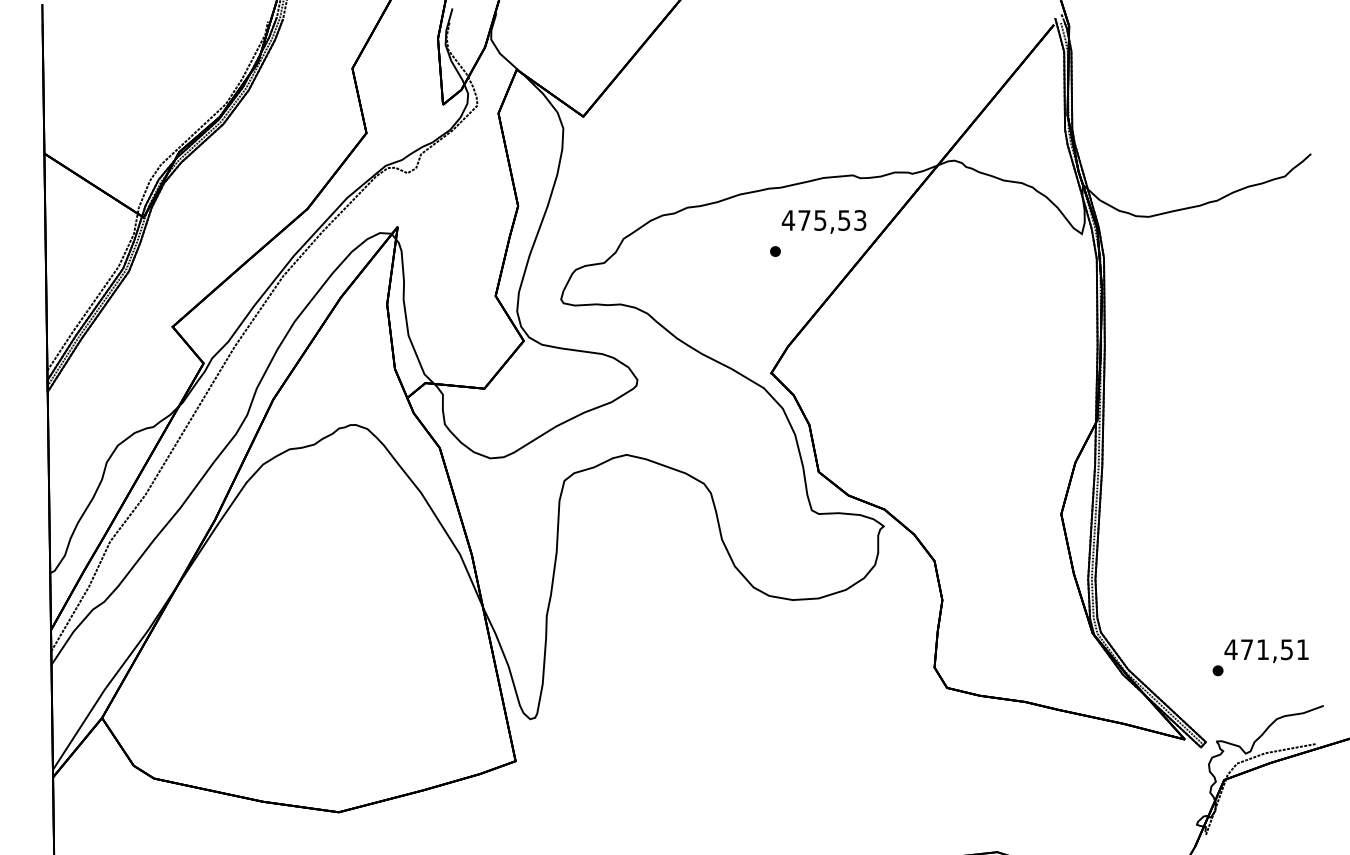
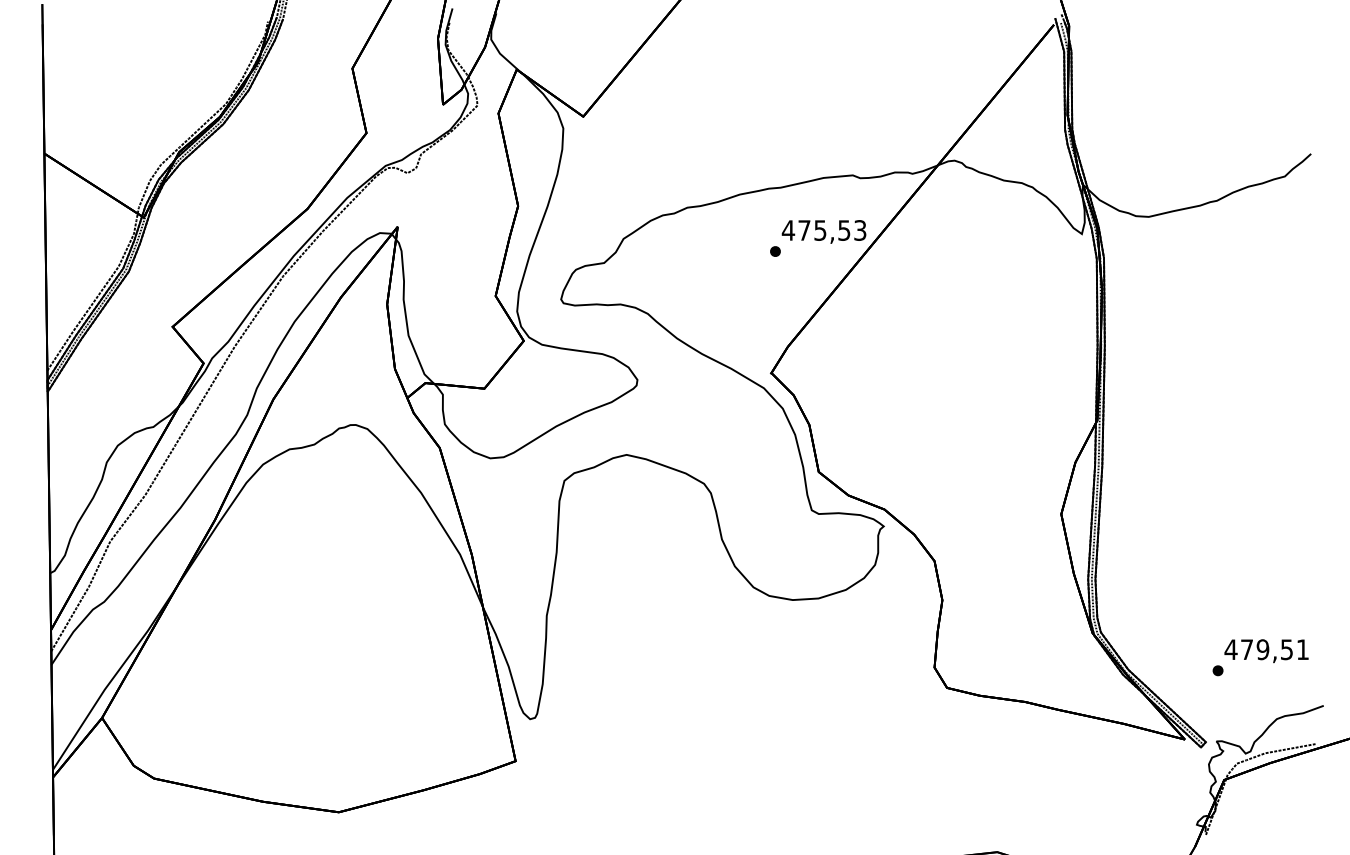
text at (823, 221) position: (823, 221) -> (823, 231)
text at (1262, 649): 471,51 -> 479,51
